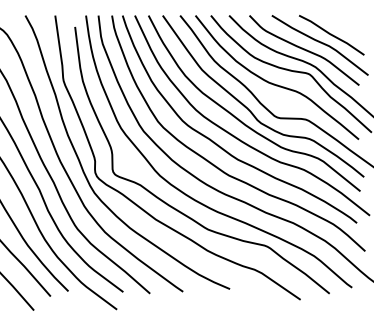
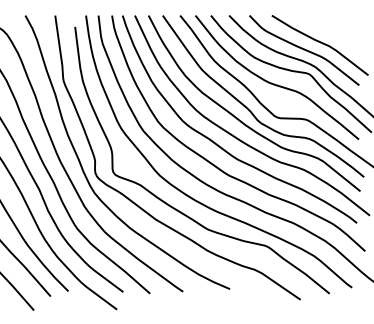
line at (331, 35): present -> none
